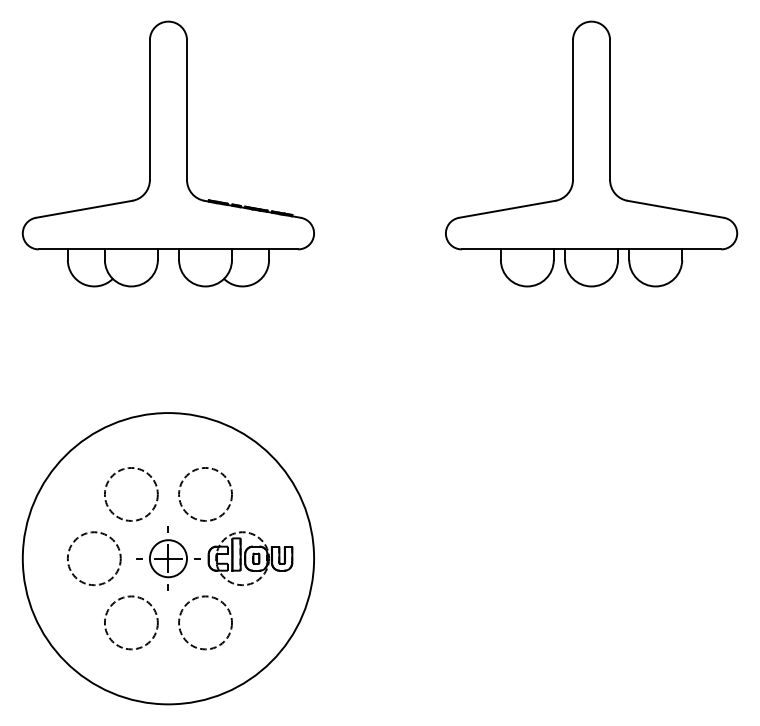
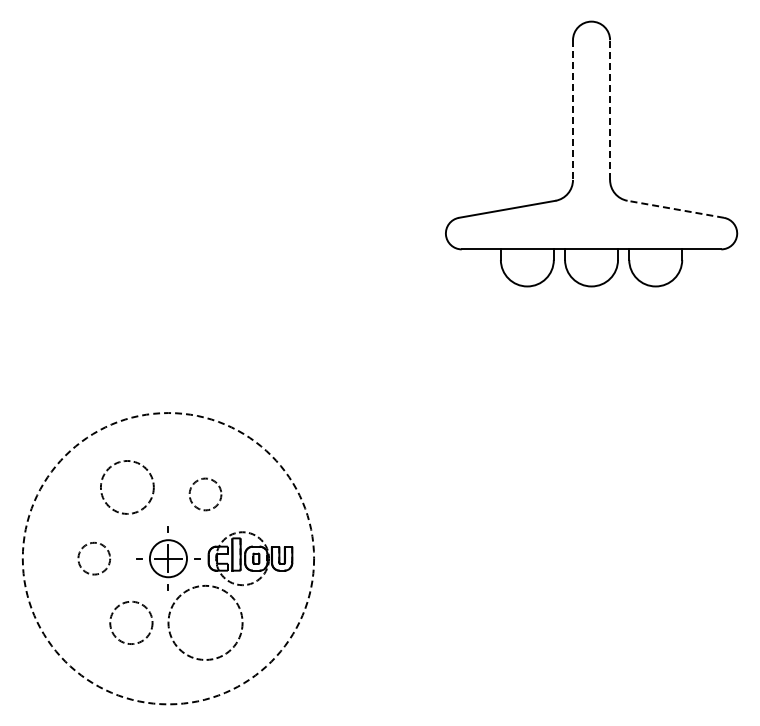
line at (573, 110): solid -> dashed
line at (610, 110): solid -> dashed
part at (167, 153): present -> none
line at (675, 209): solid -> dashed
circle at (205, 493) diameter: 53 px -> 32 px
circle at (131, 494) position: (131, 494) -> (127, 487)
circle at (93, 558) diameter: 53 px -> 32 px
circle at (168, 558): solid -> dashed
circle at (131, 622) size: 55x56 px -> 45x44 px
circle at (205, 622) diameter: 53 px -> 74 px
